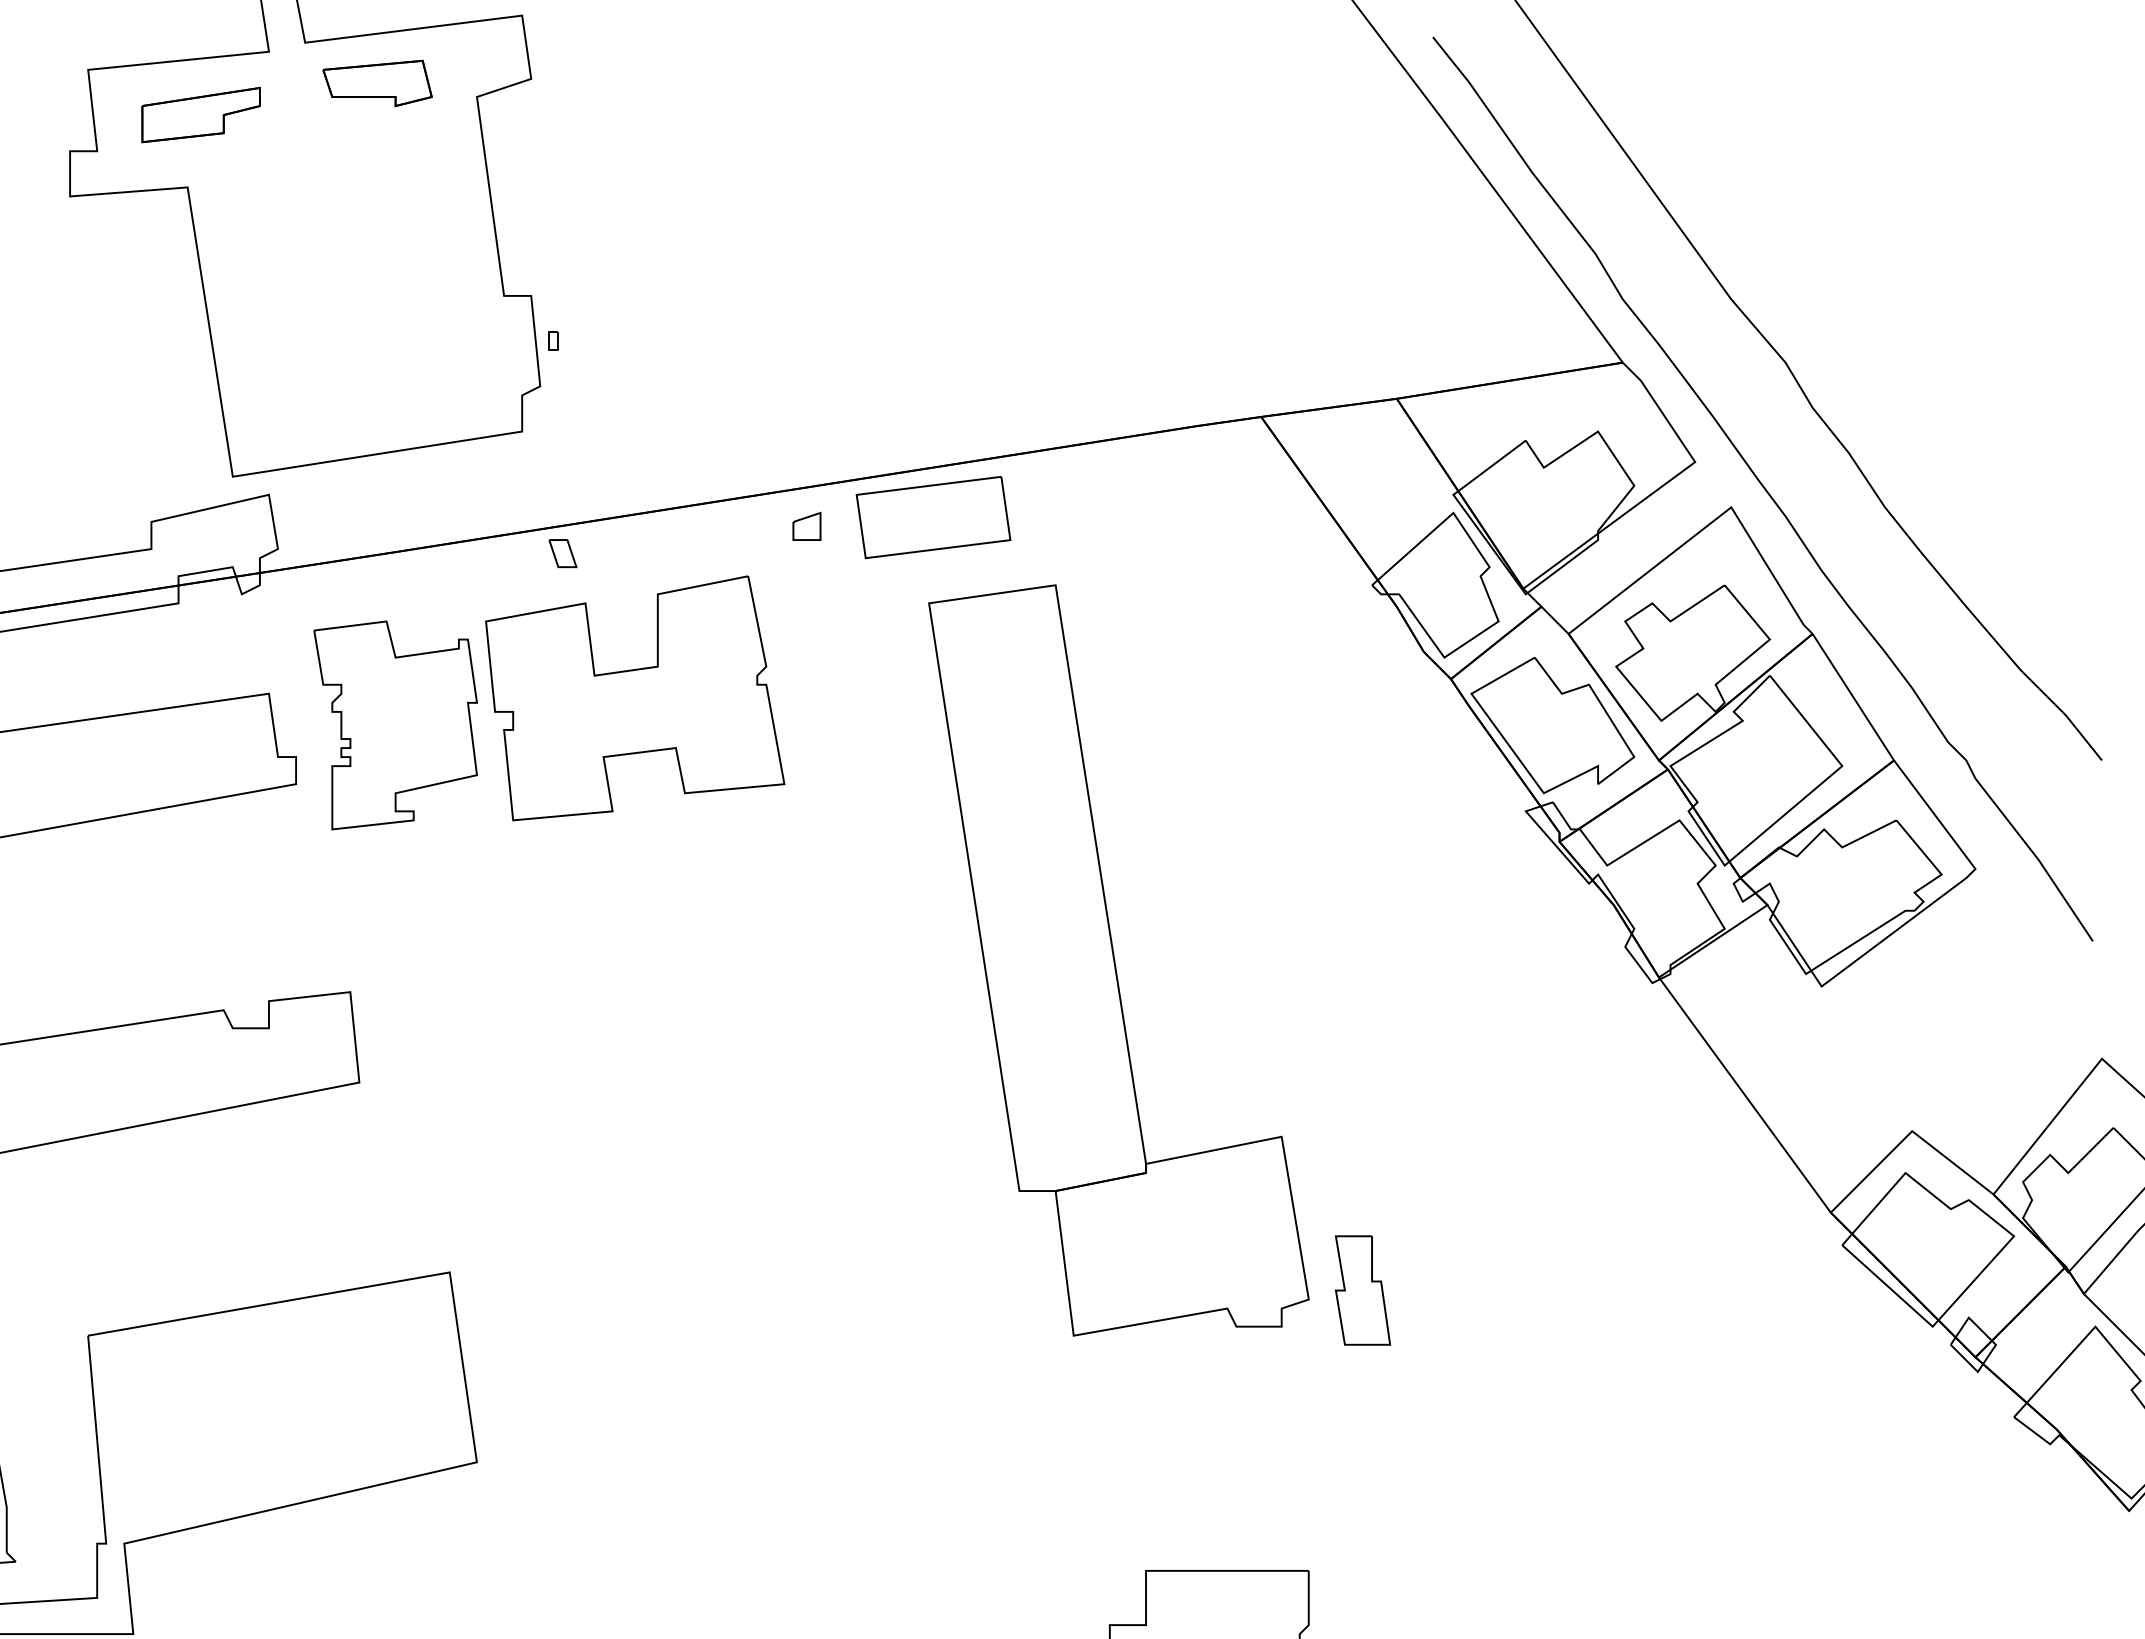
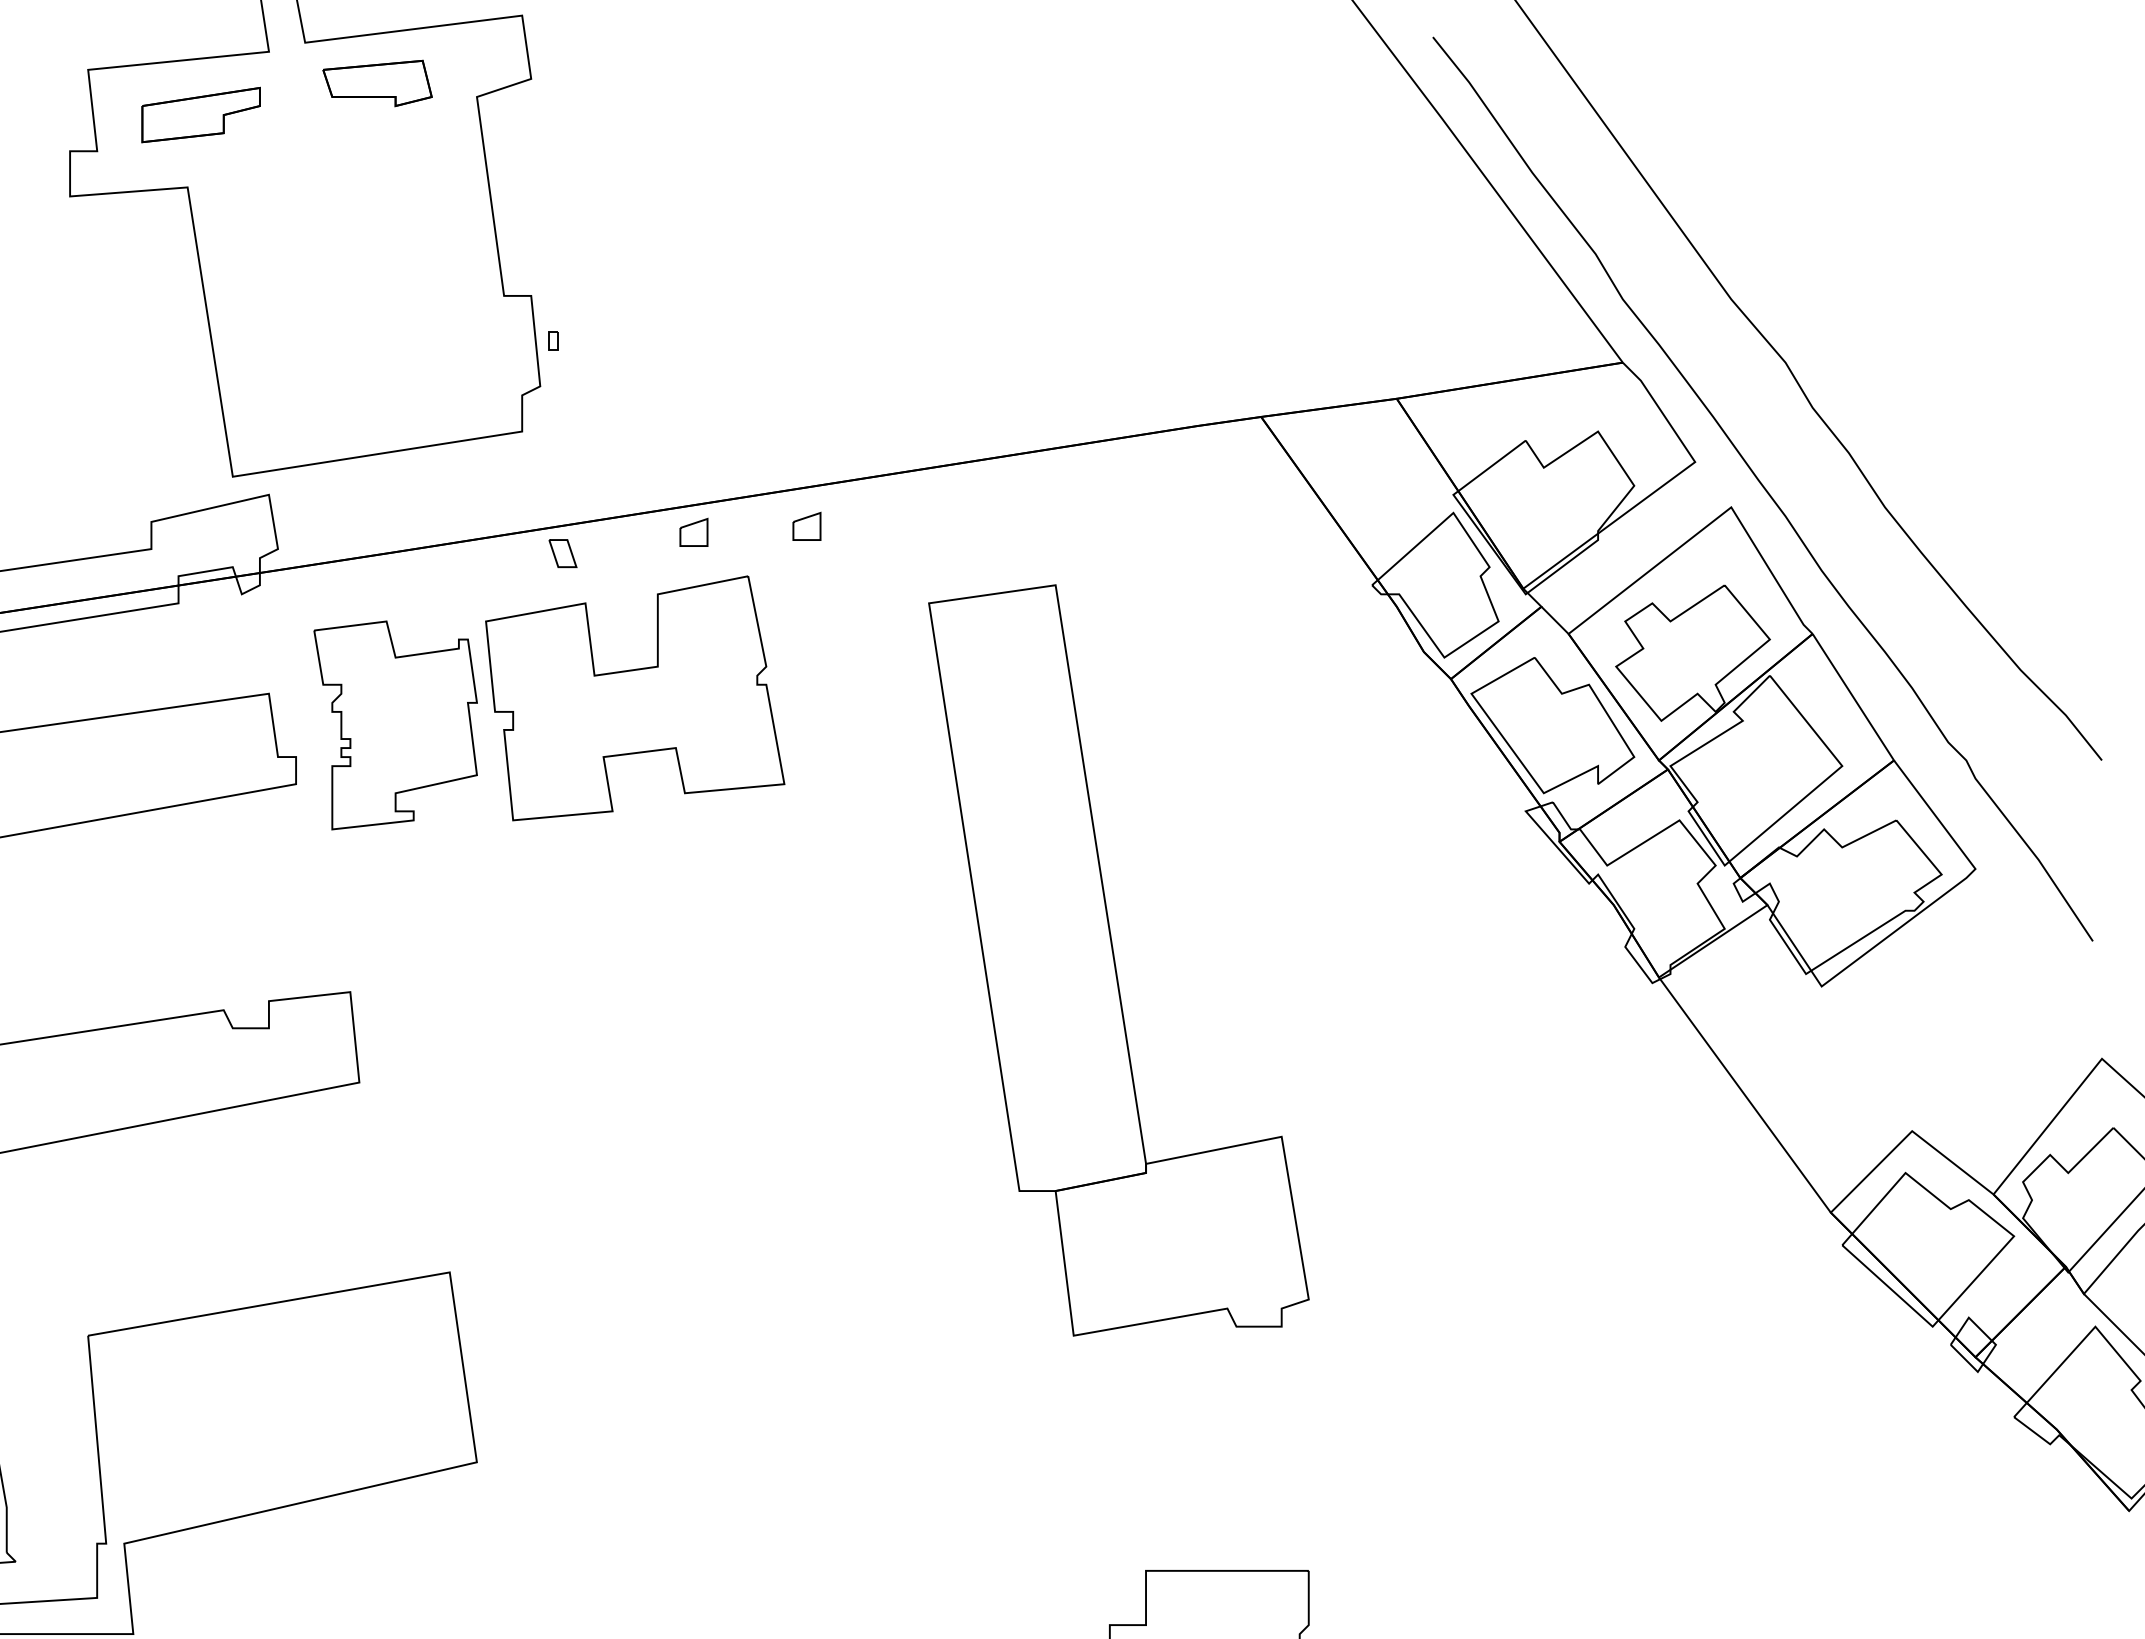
part at (933, 517): present -> none
part at (693, 531): none -> present
part at (1363, 1290): present -> none
